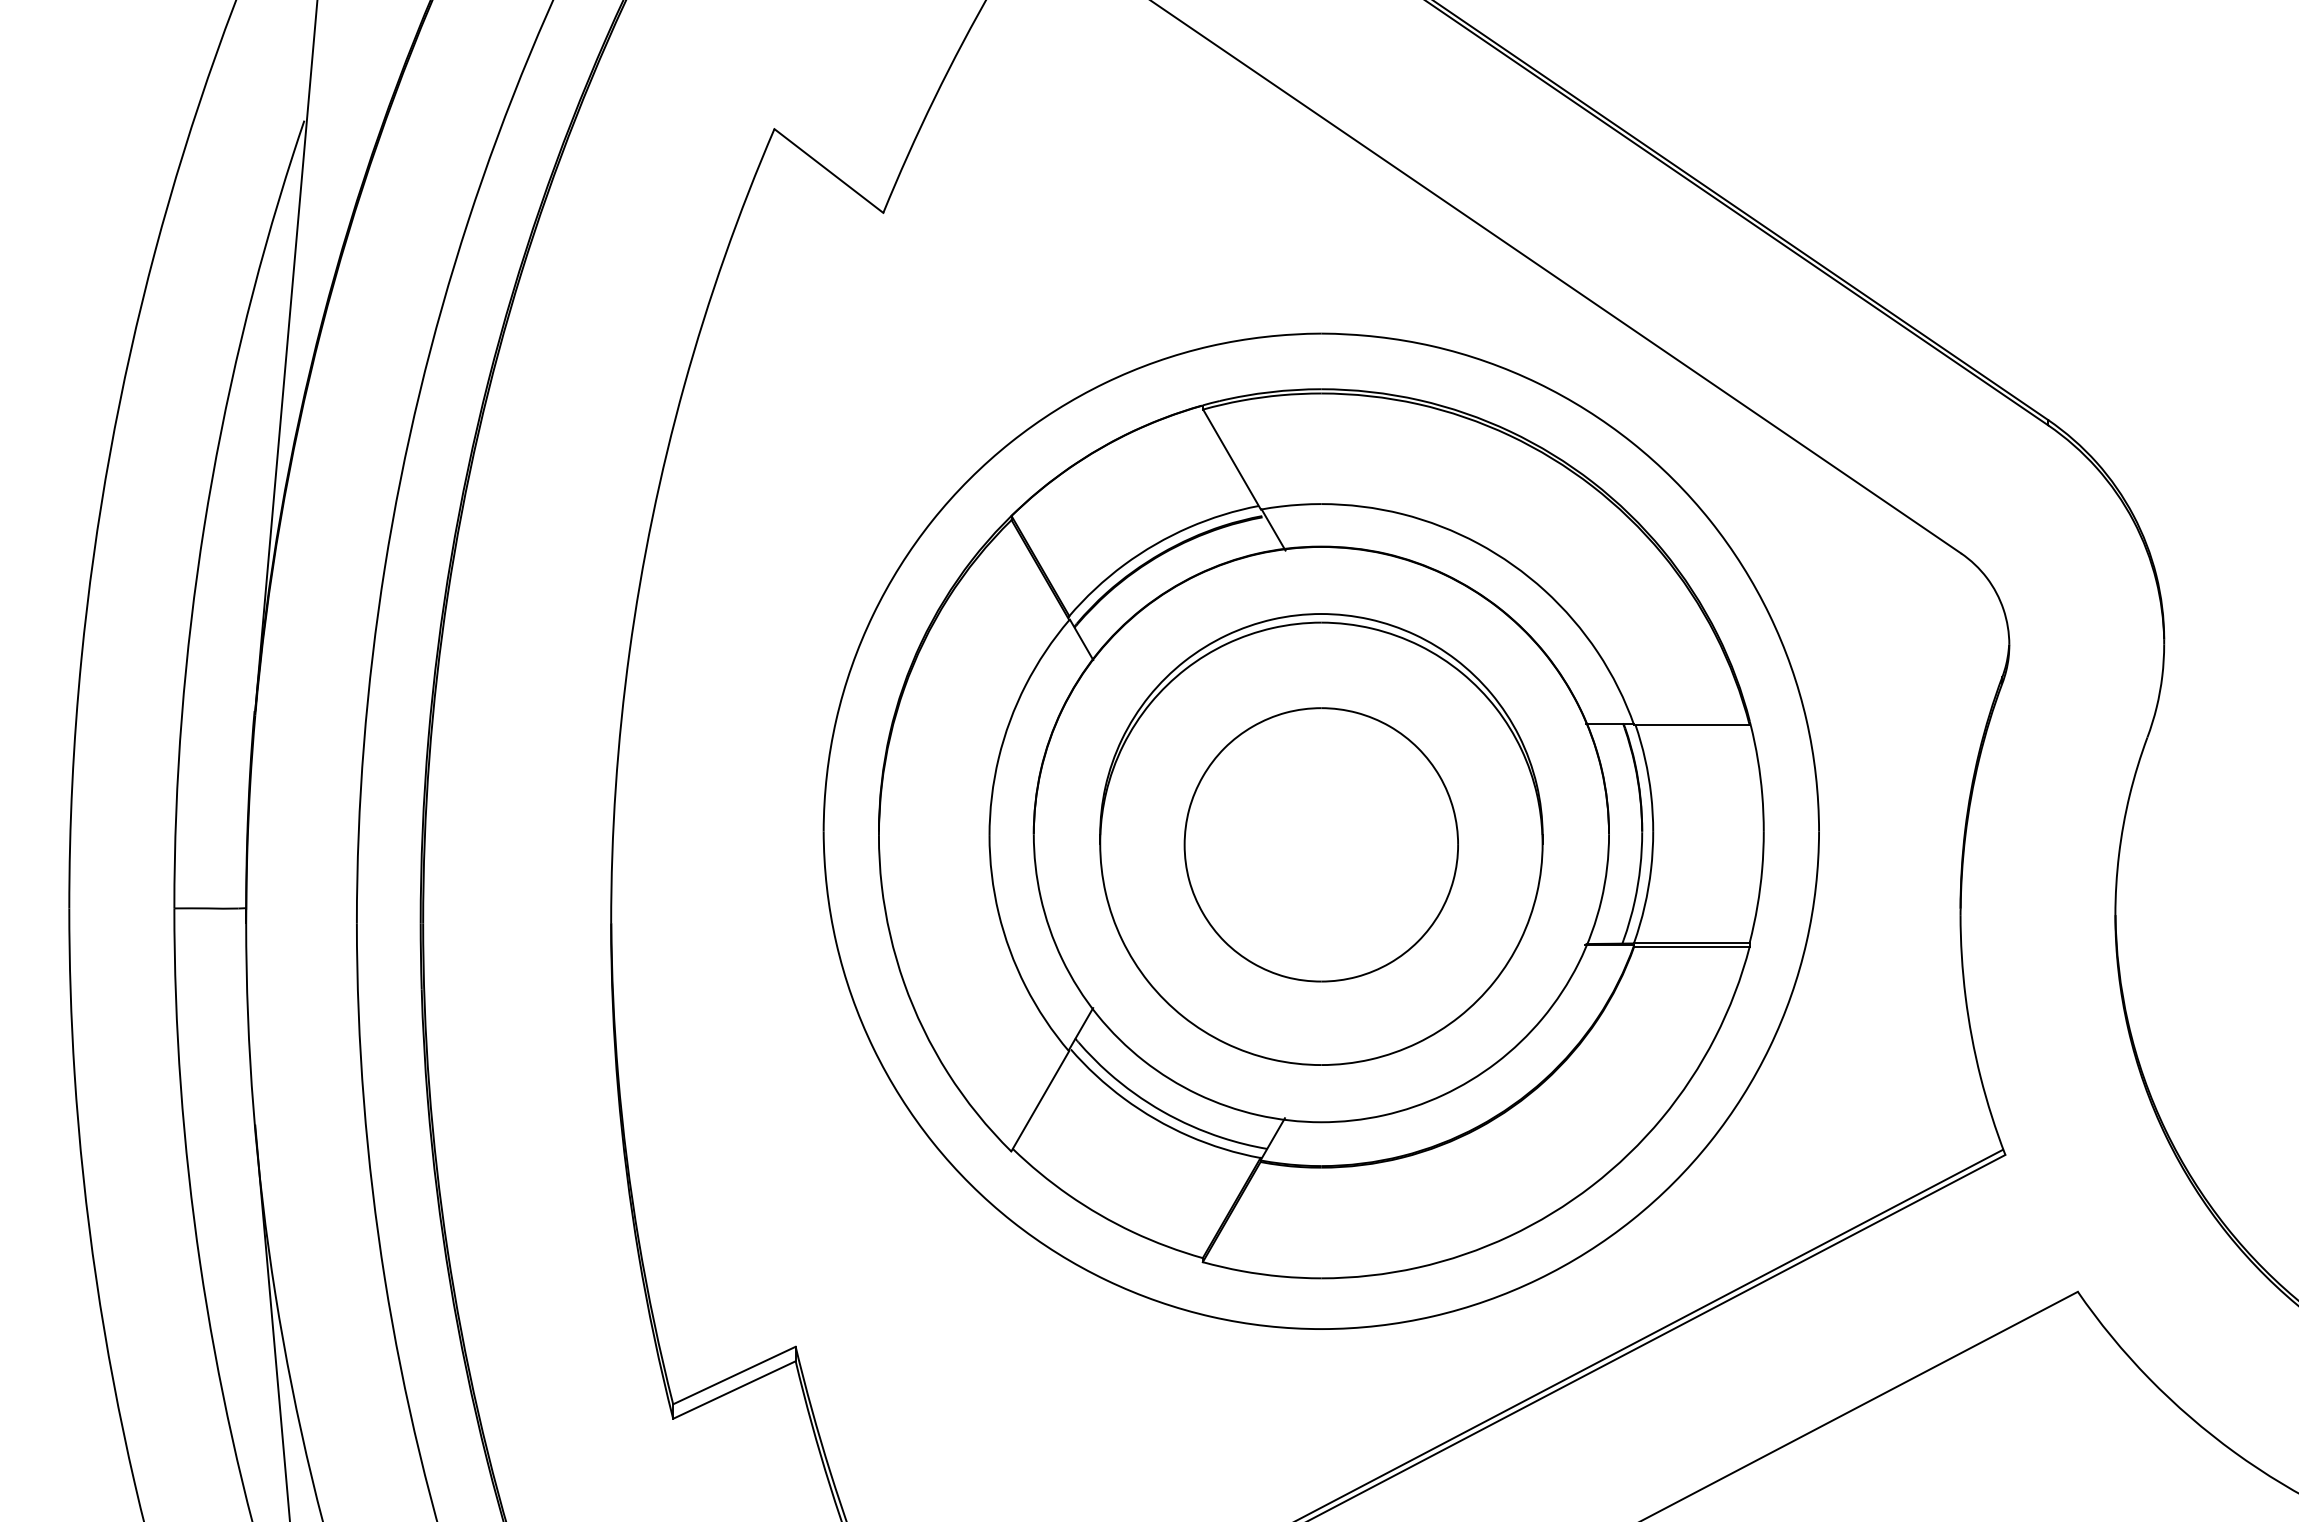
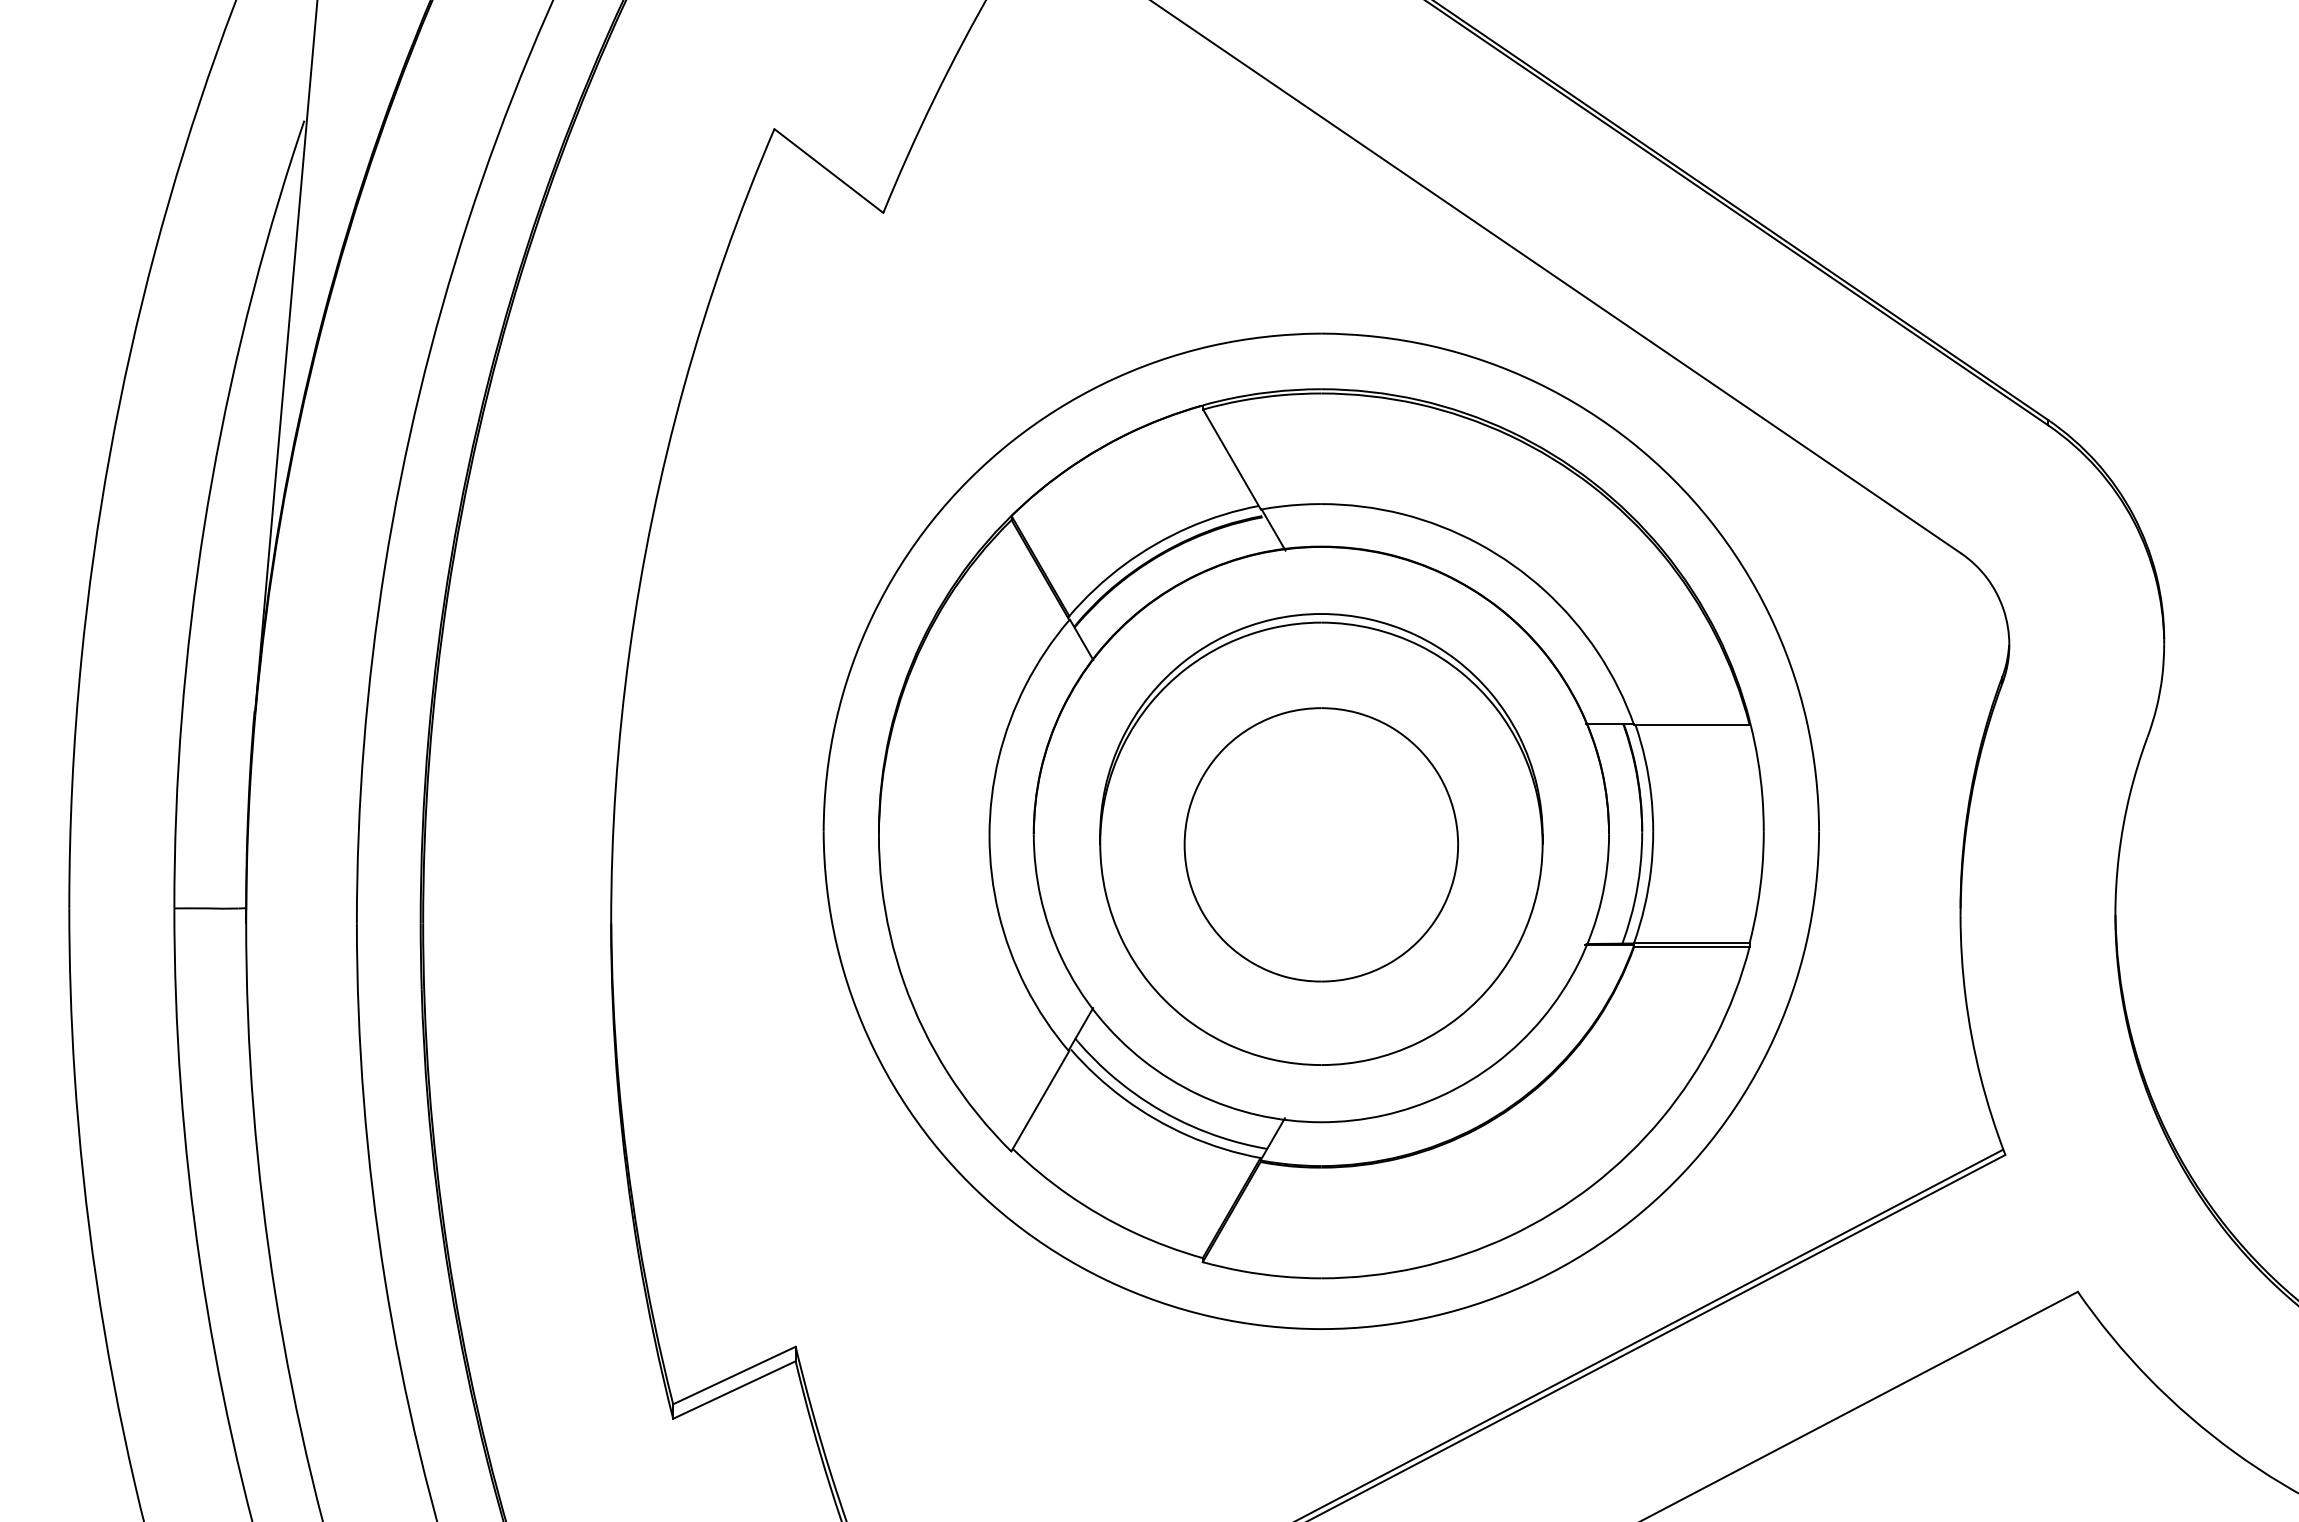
line at (272, 1321): present -> none
